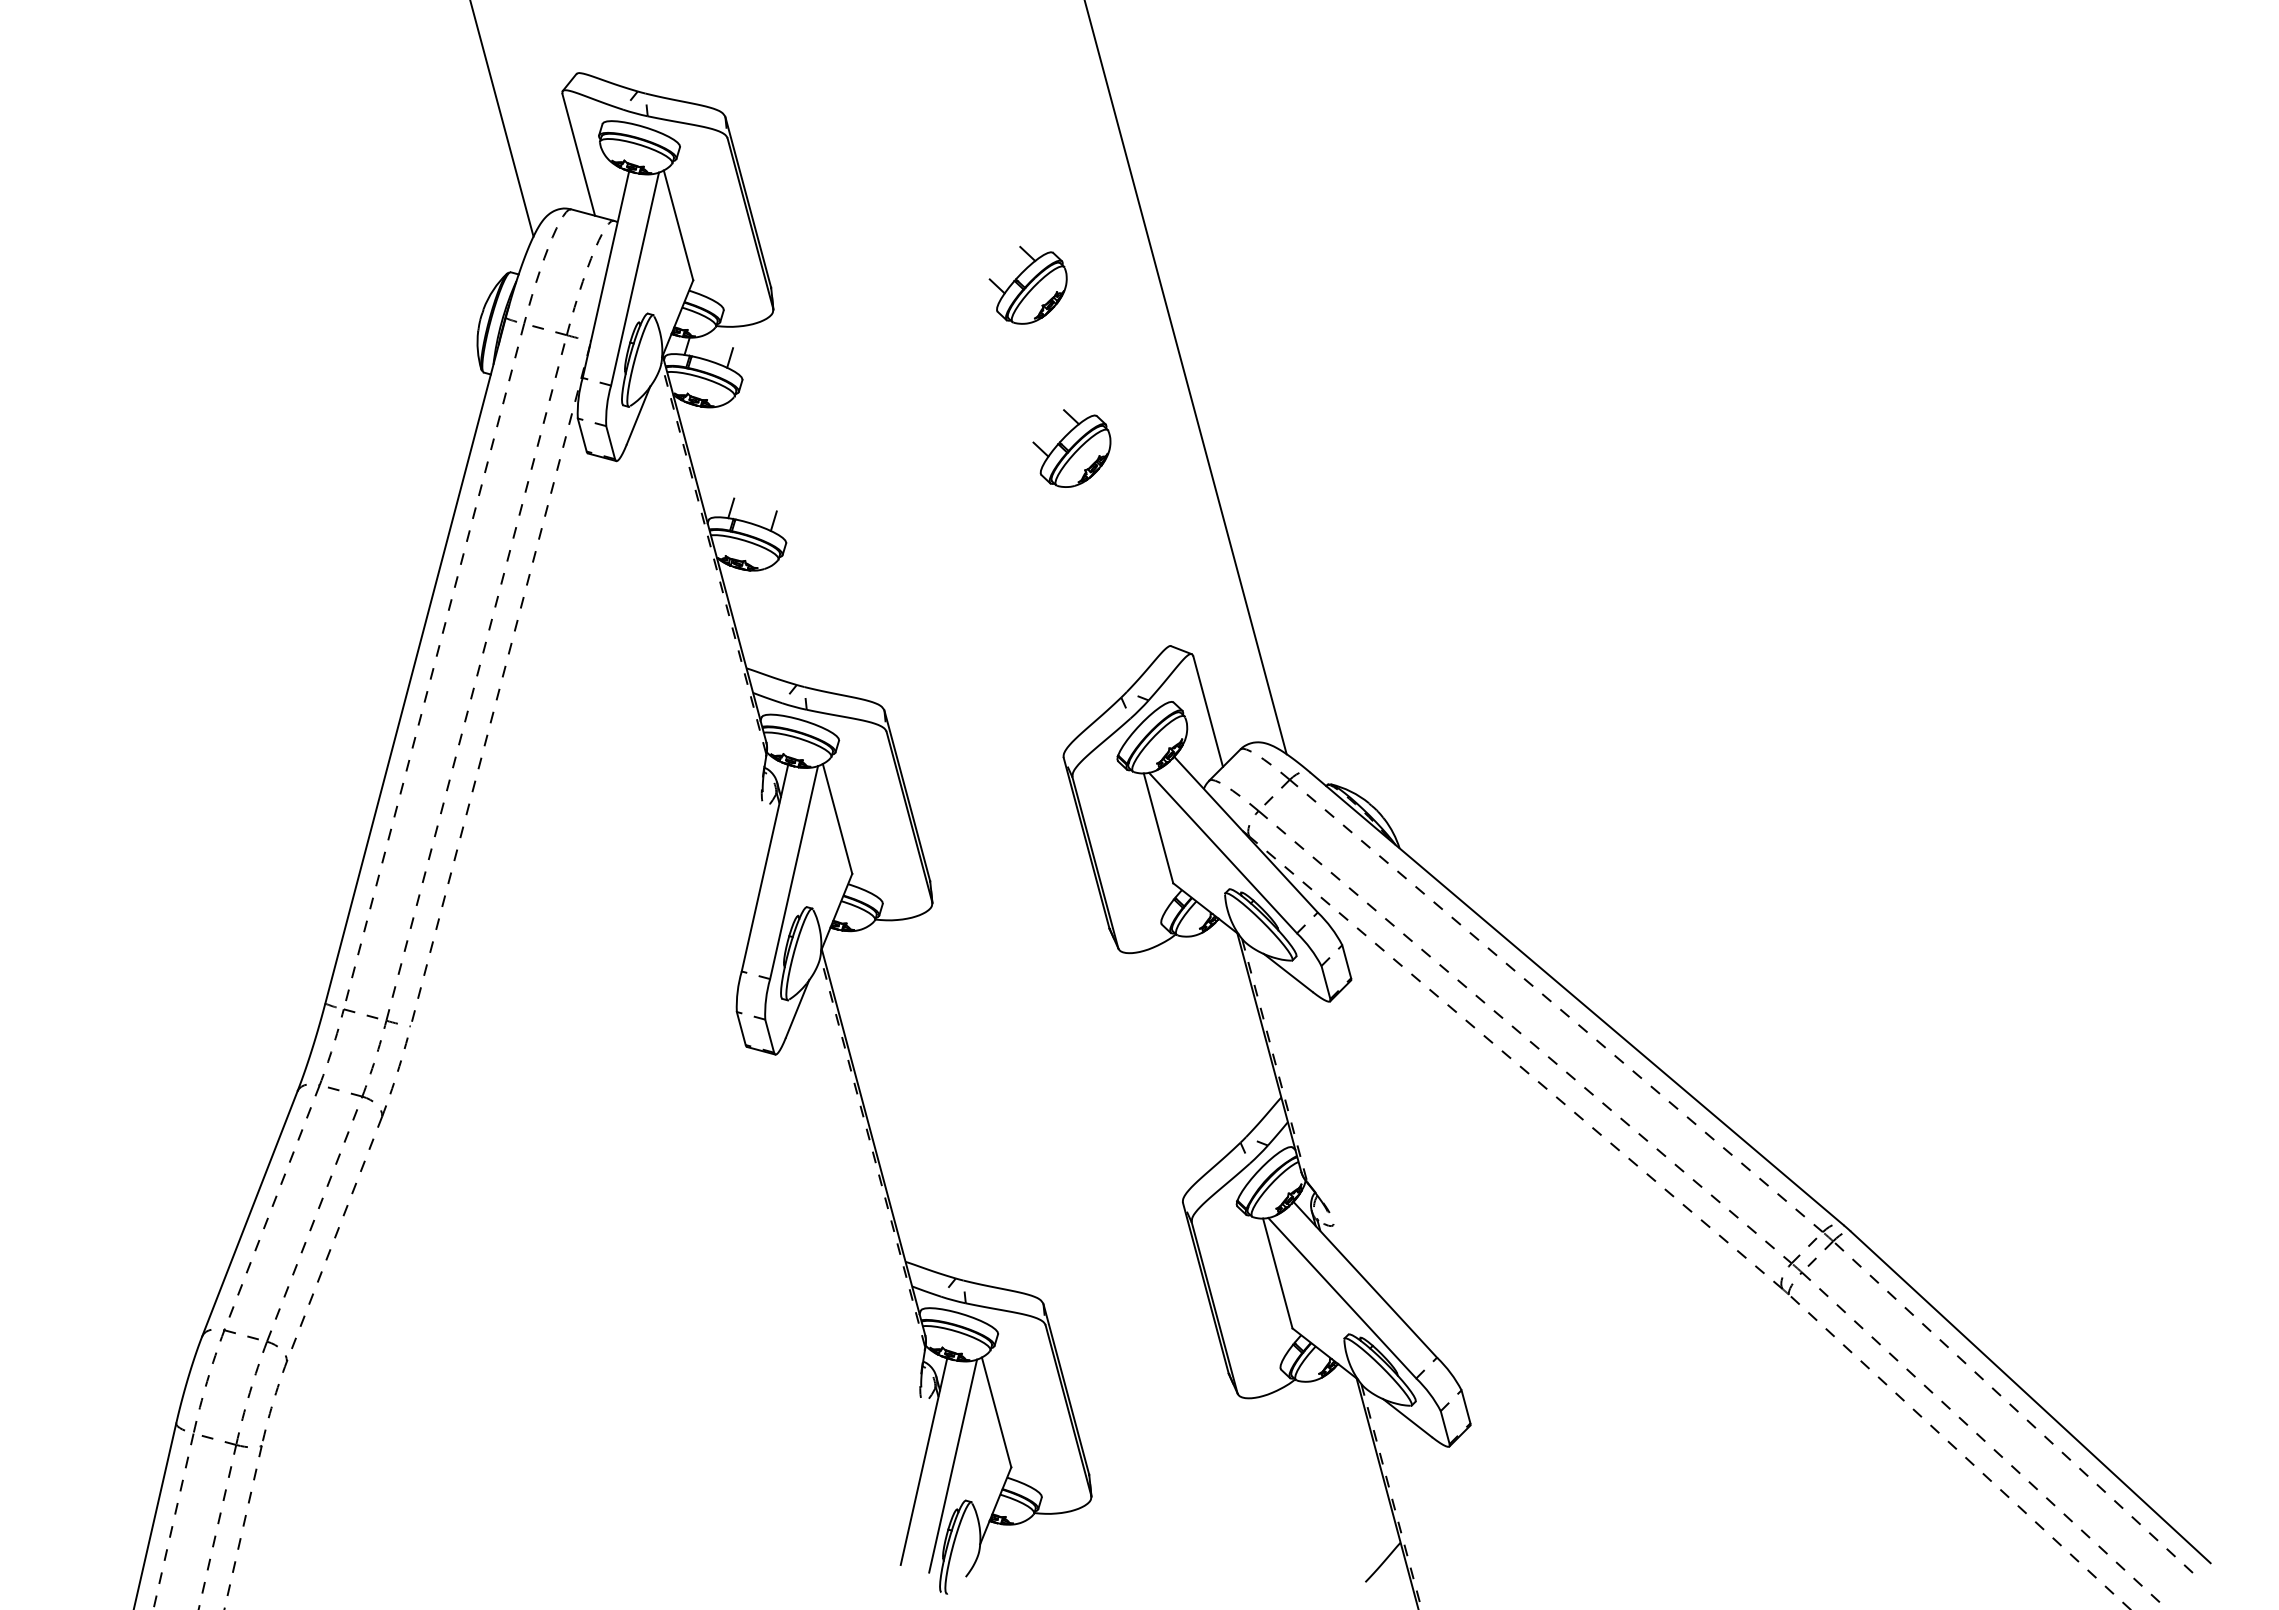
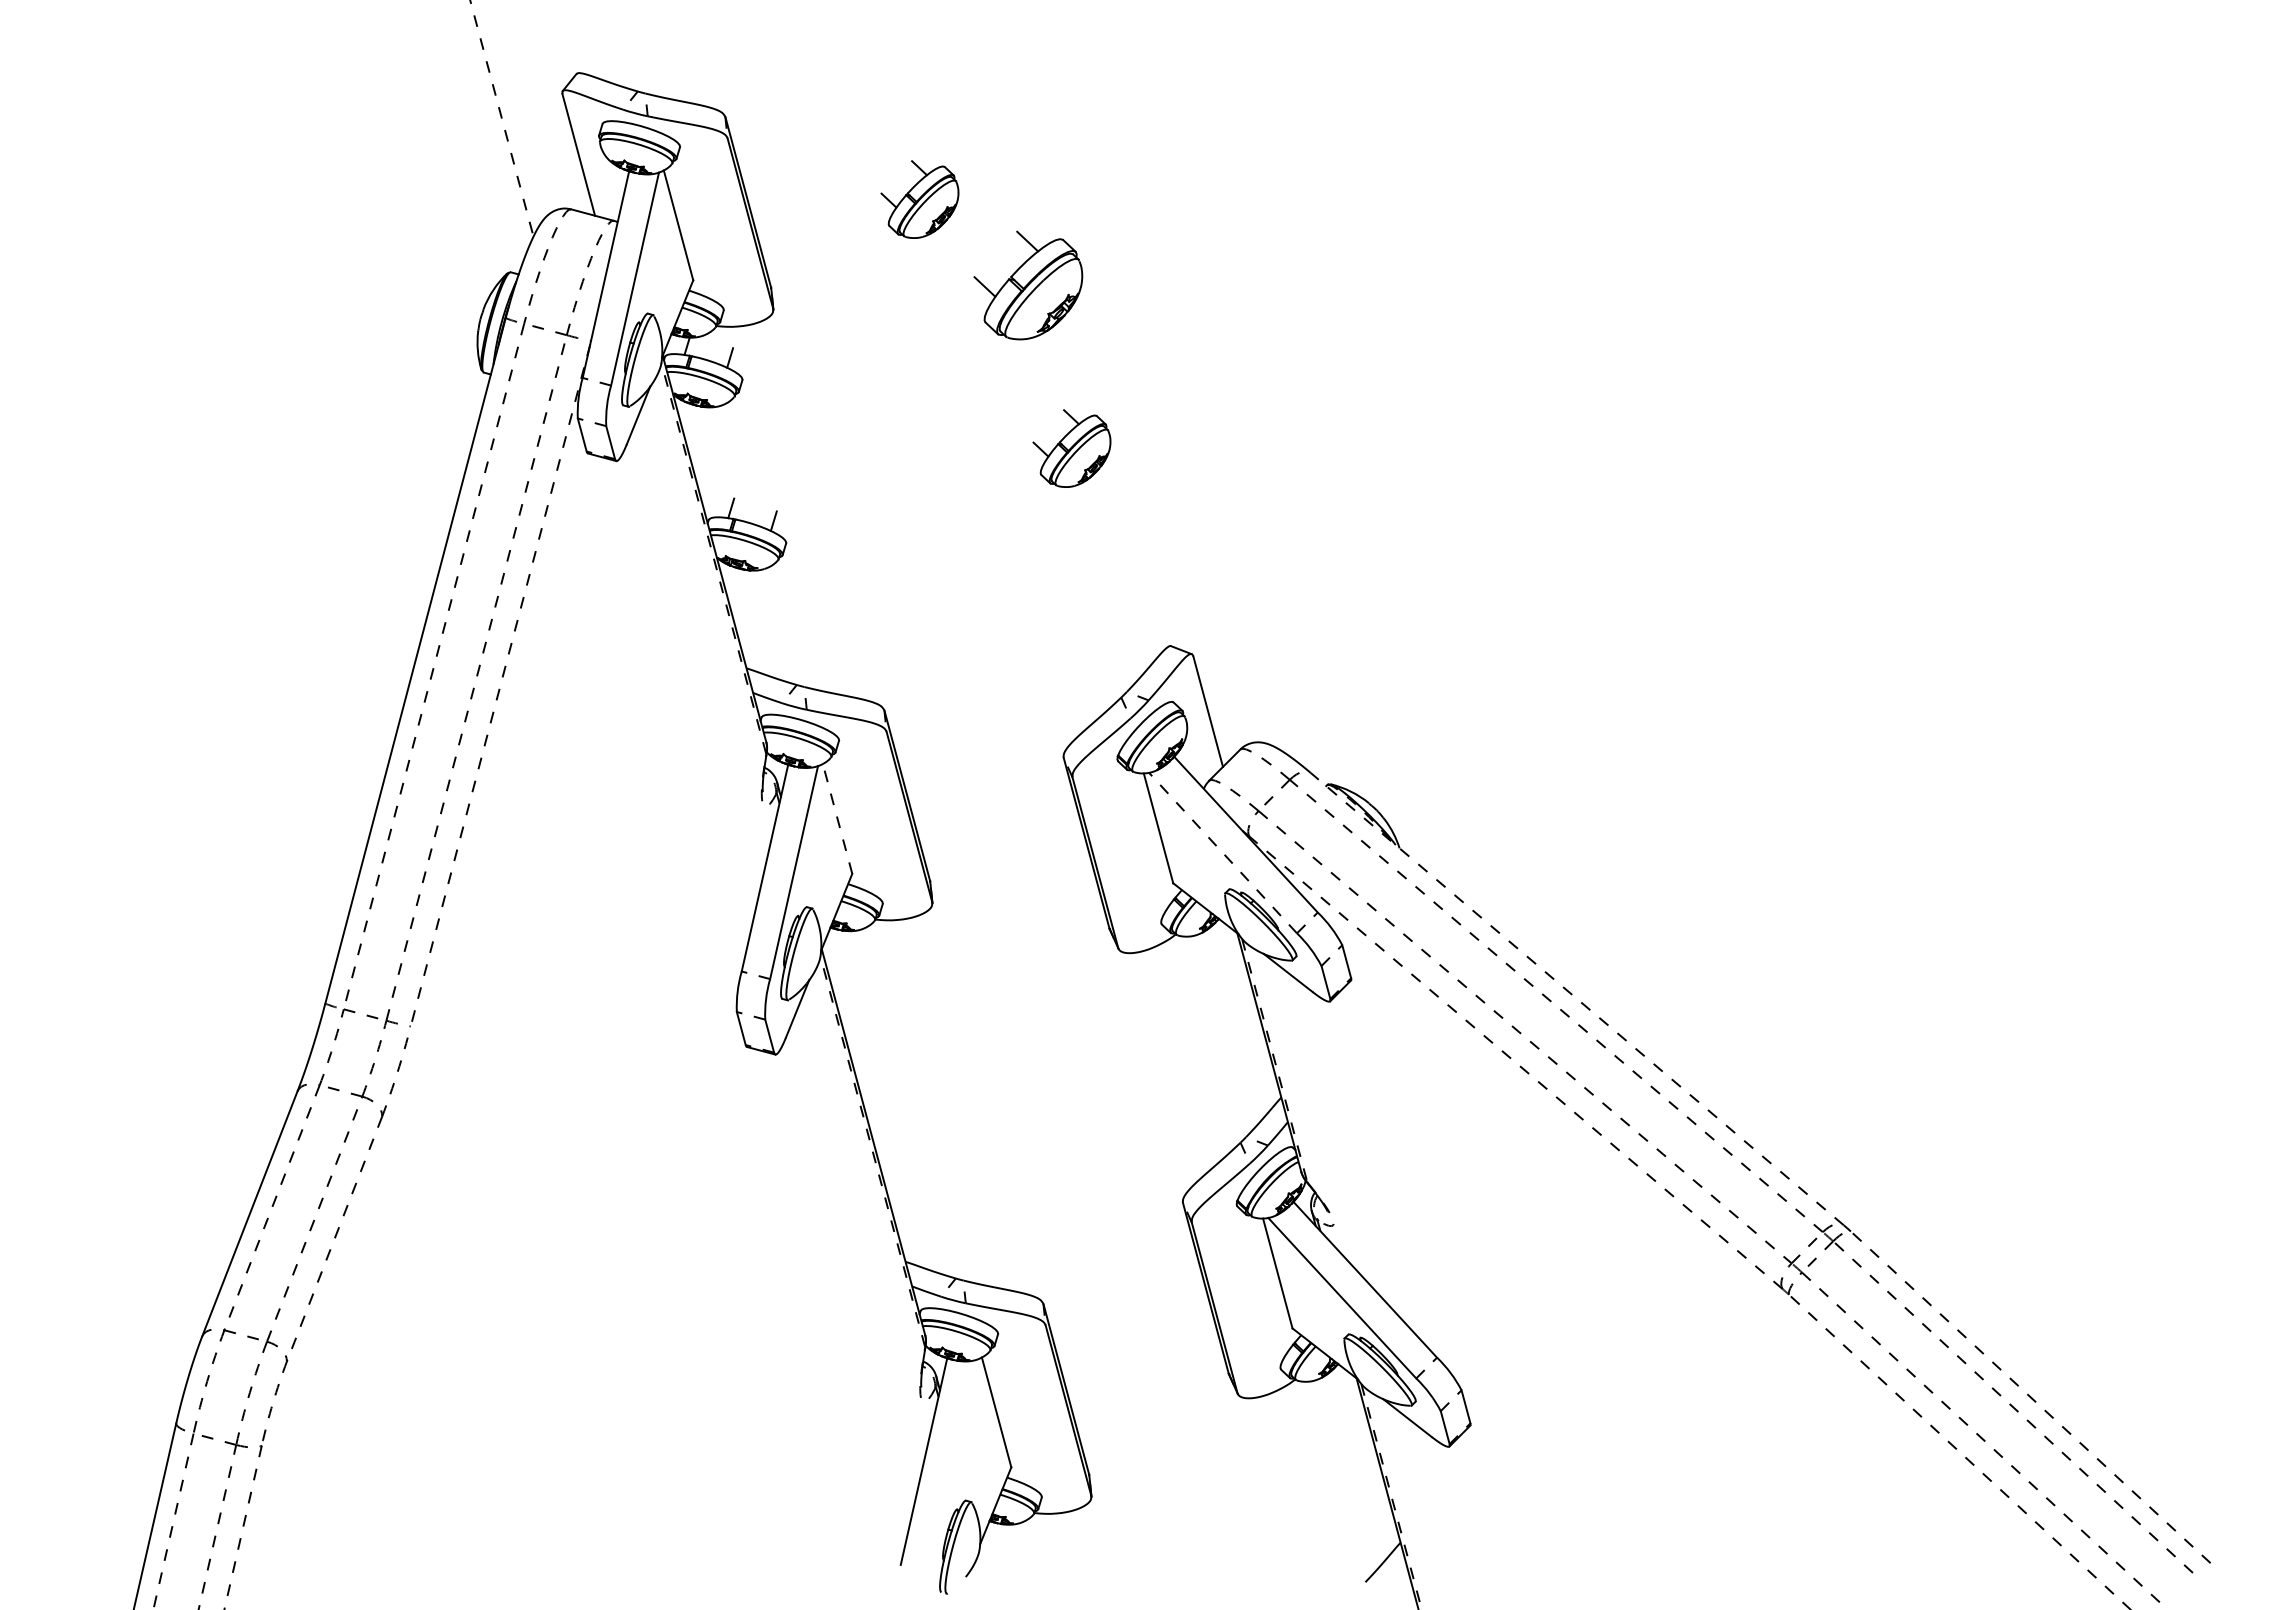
line at (502, 118): solid -> dashed
part at (919, 199): none -> present
part at (1027, 284) size: 80x80 px -> 111x111 px
line at (1185, 378): present -> none
line at (837, 818): solid -> dashed
line at (1222, 852): solid -> dashed
line at (1577, 999): solid -> dashed
line at (2030, 1397): solid -> dashed
line at (953, 1465): present -> none
